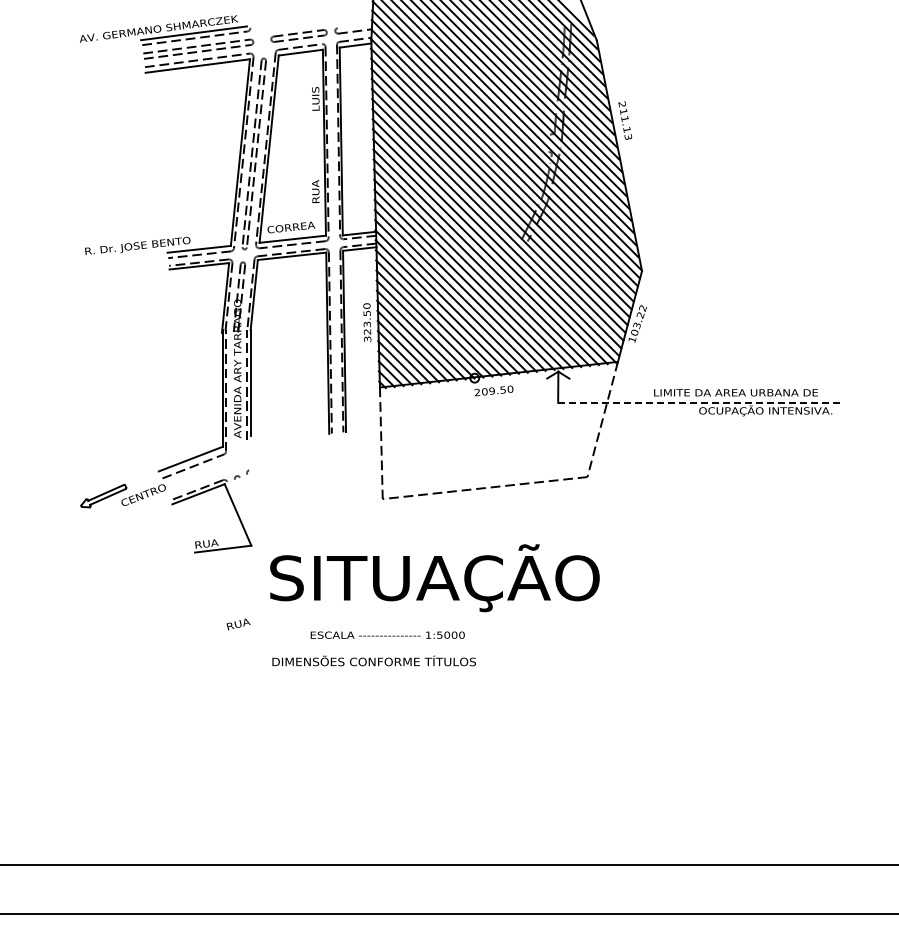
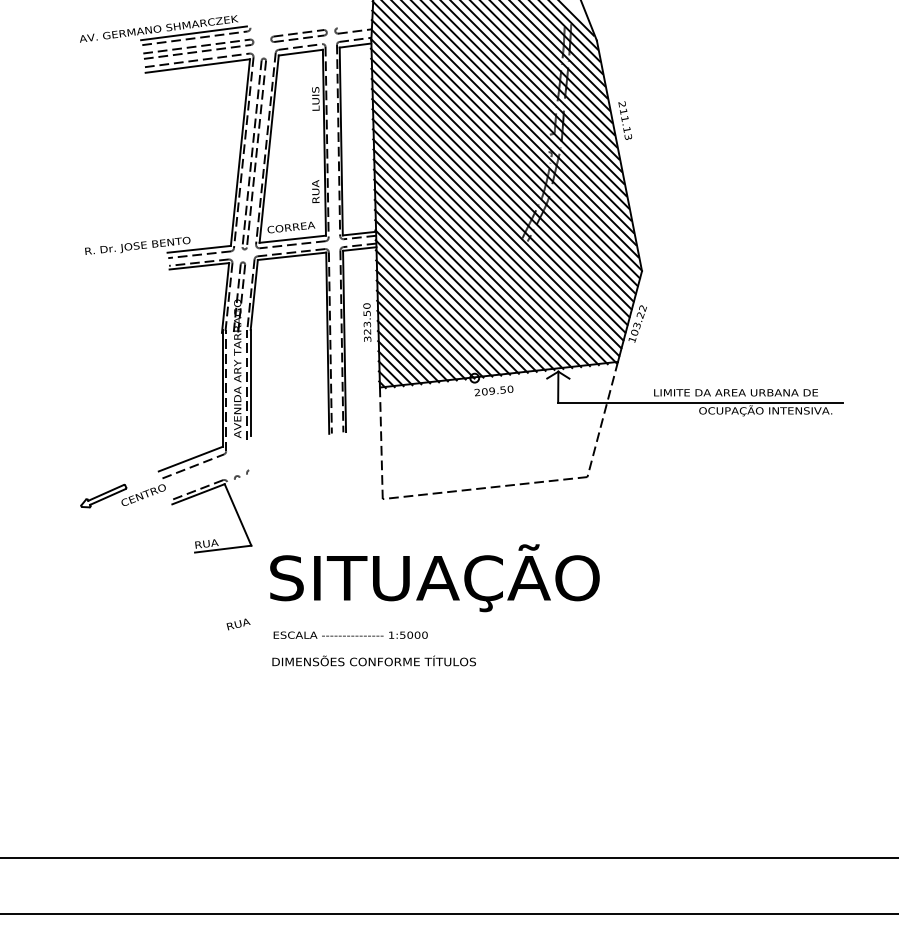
line at (701, 402): dashed -> solid
text at (387, 634) position: (387, 634) -> (350, 634)
line at (448, 865) position: (448, 865) -> (448, 858)
